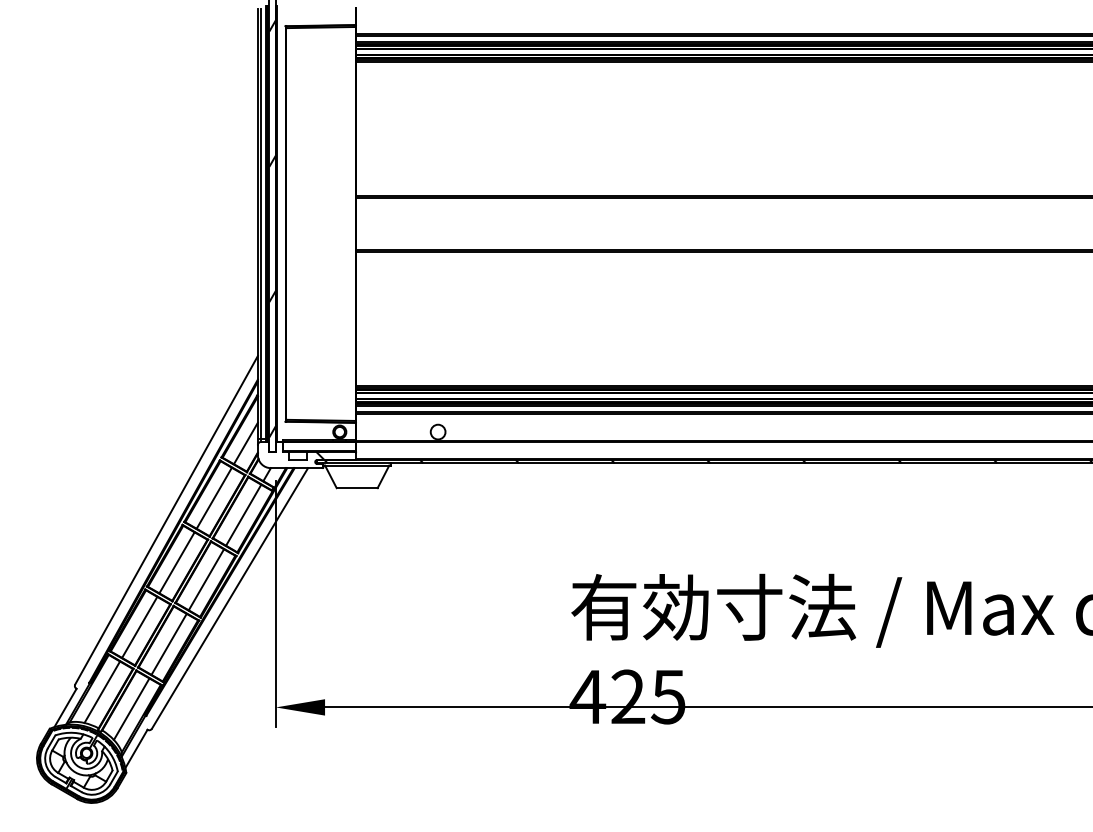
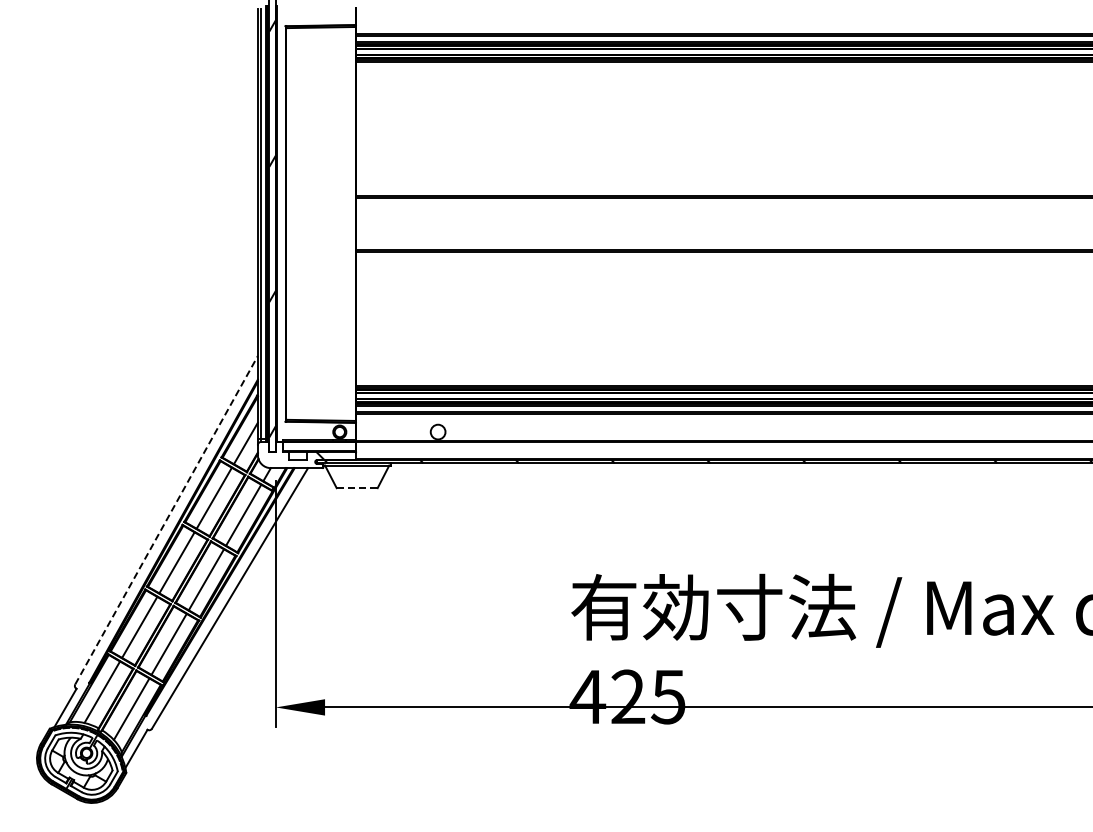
line at (357, 488): solid -> dashed
line at (166, 520): solid -> dashed
